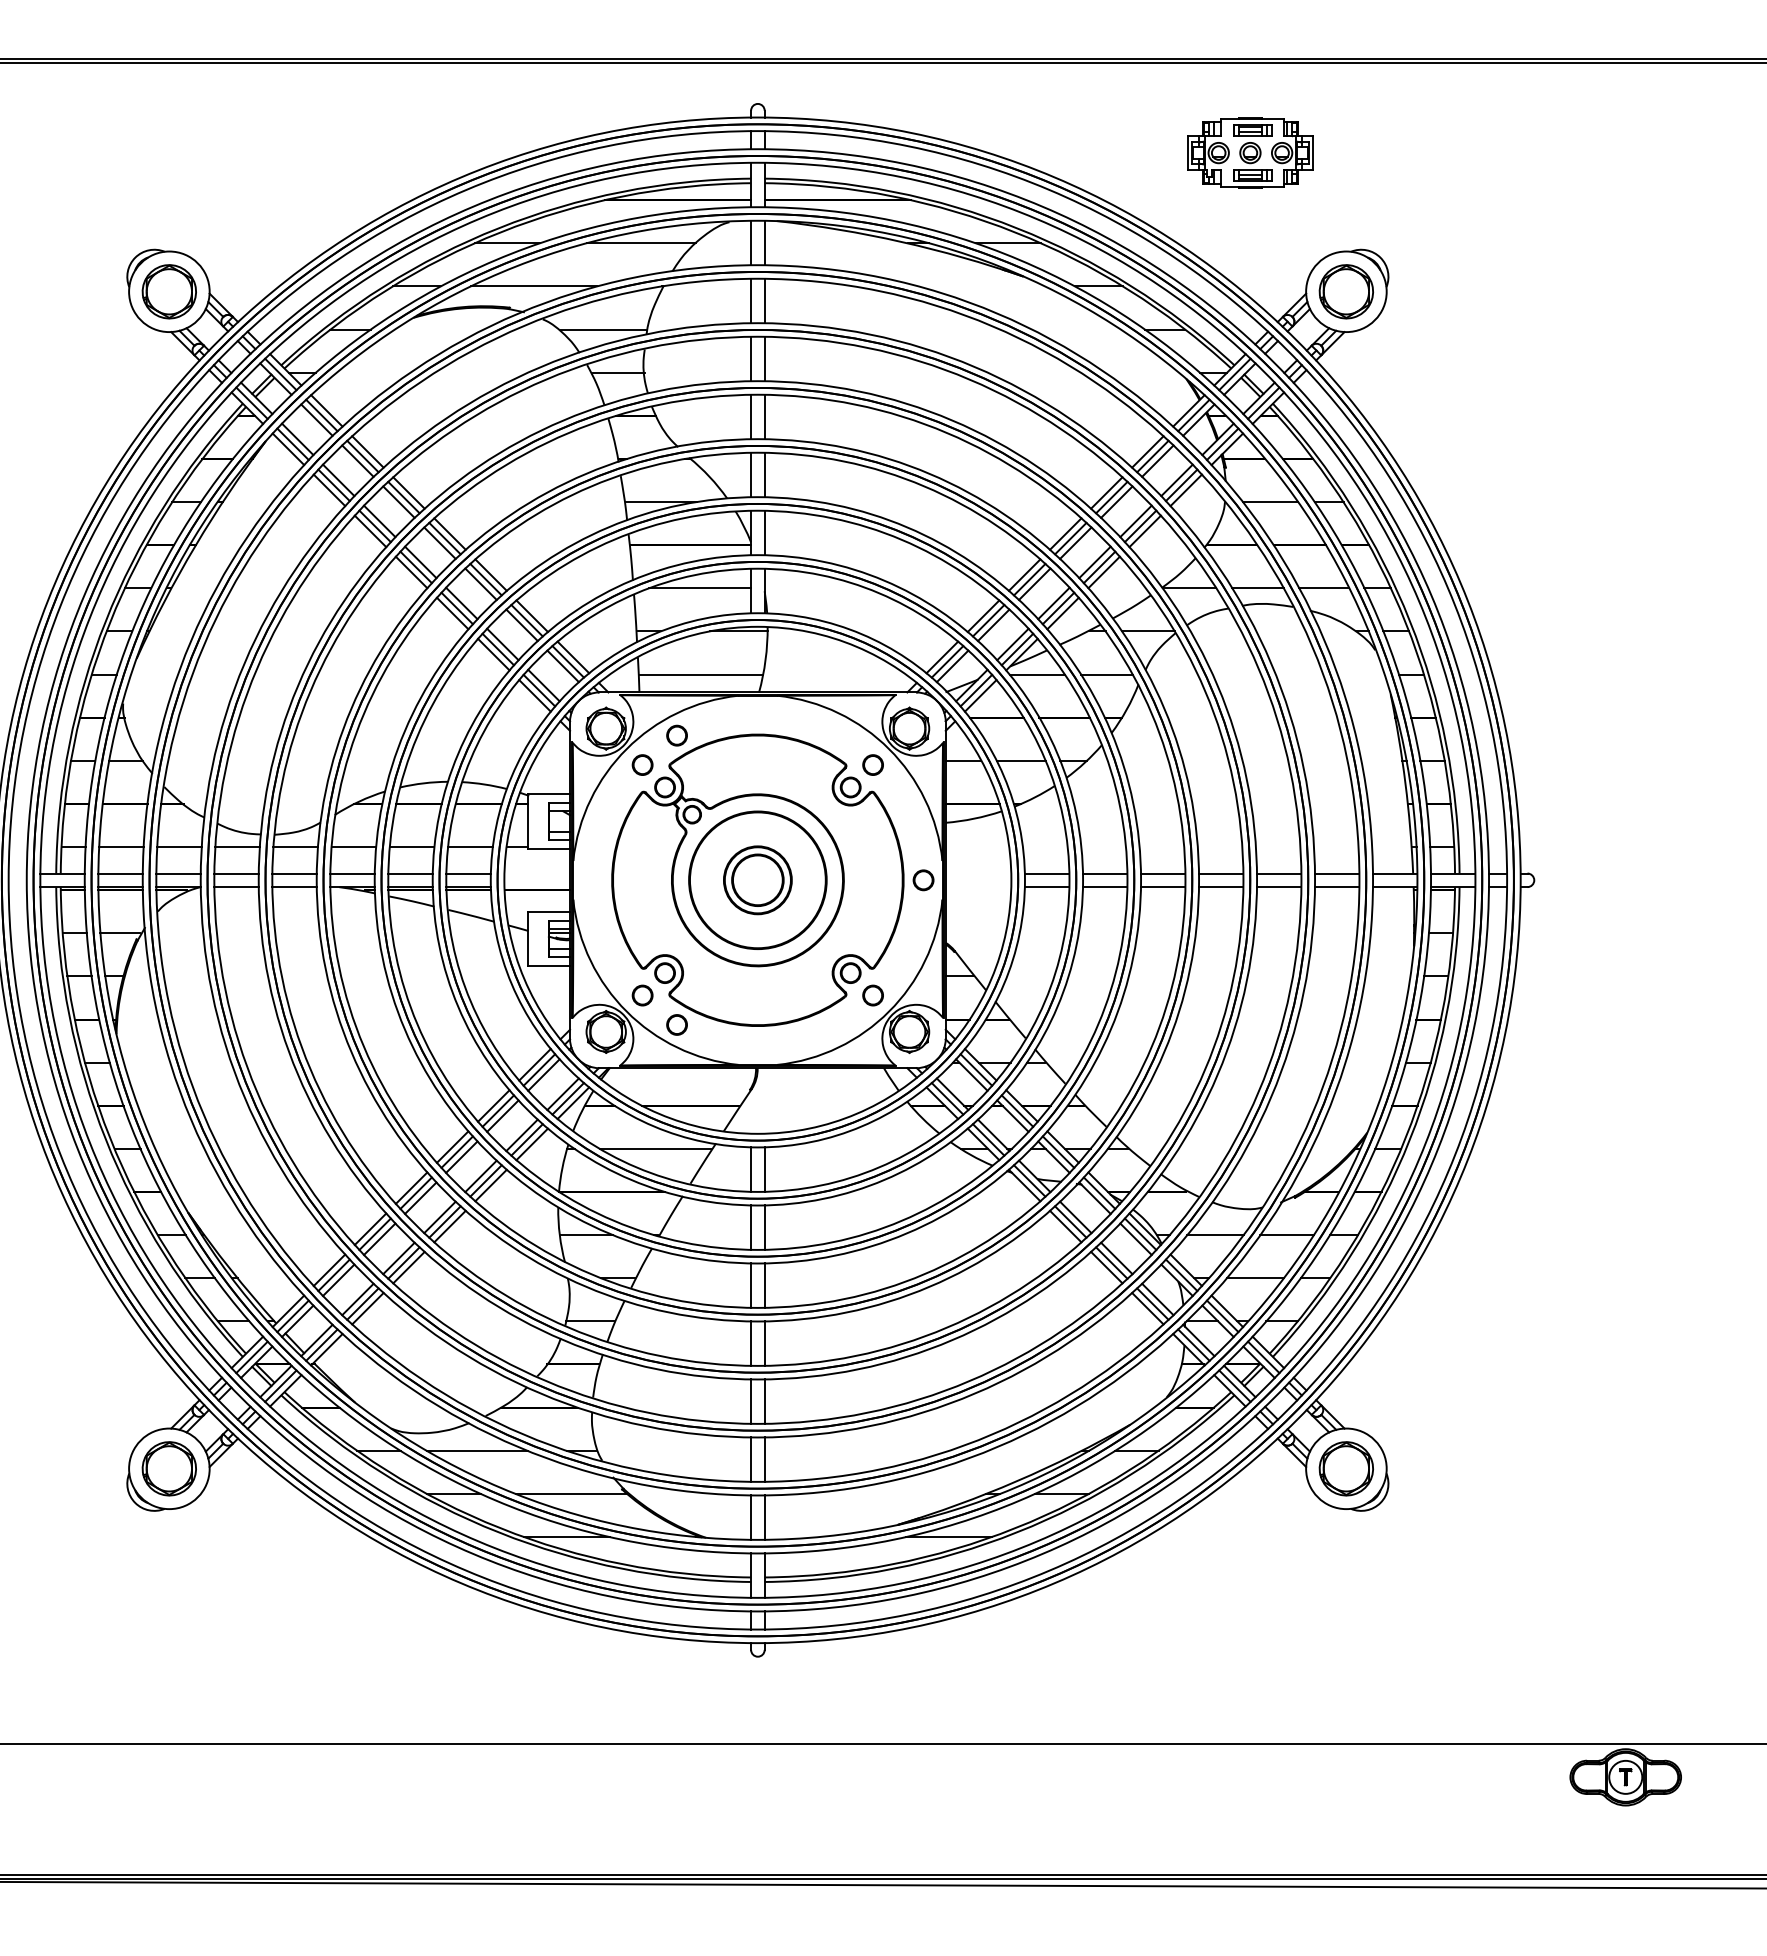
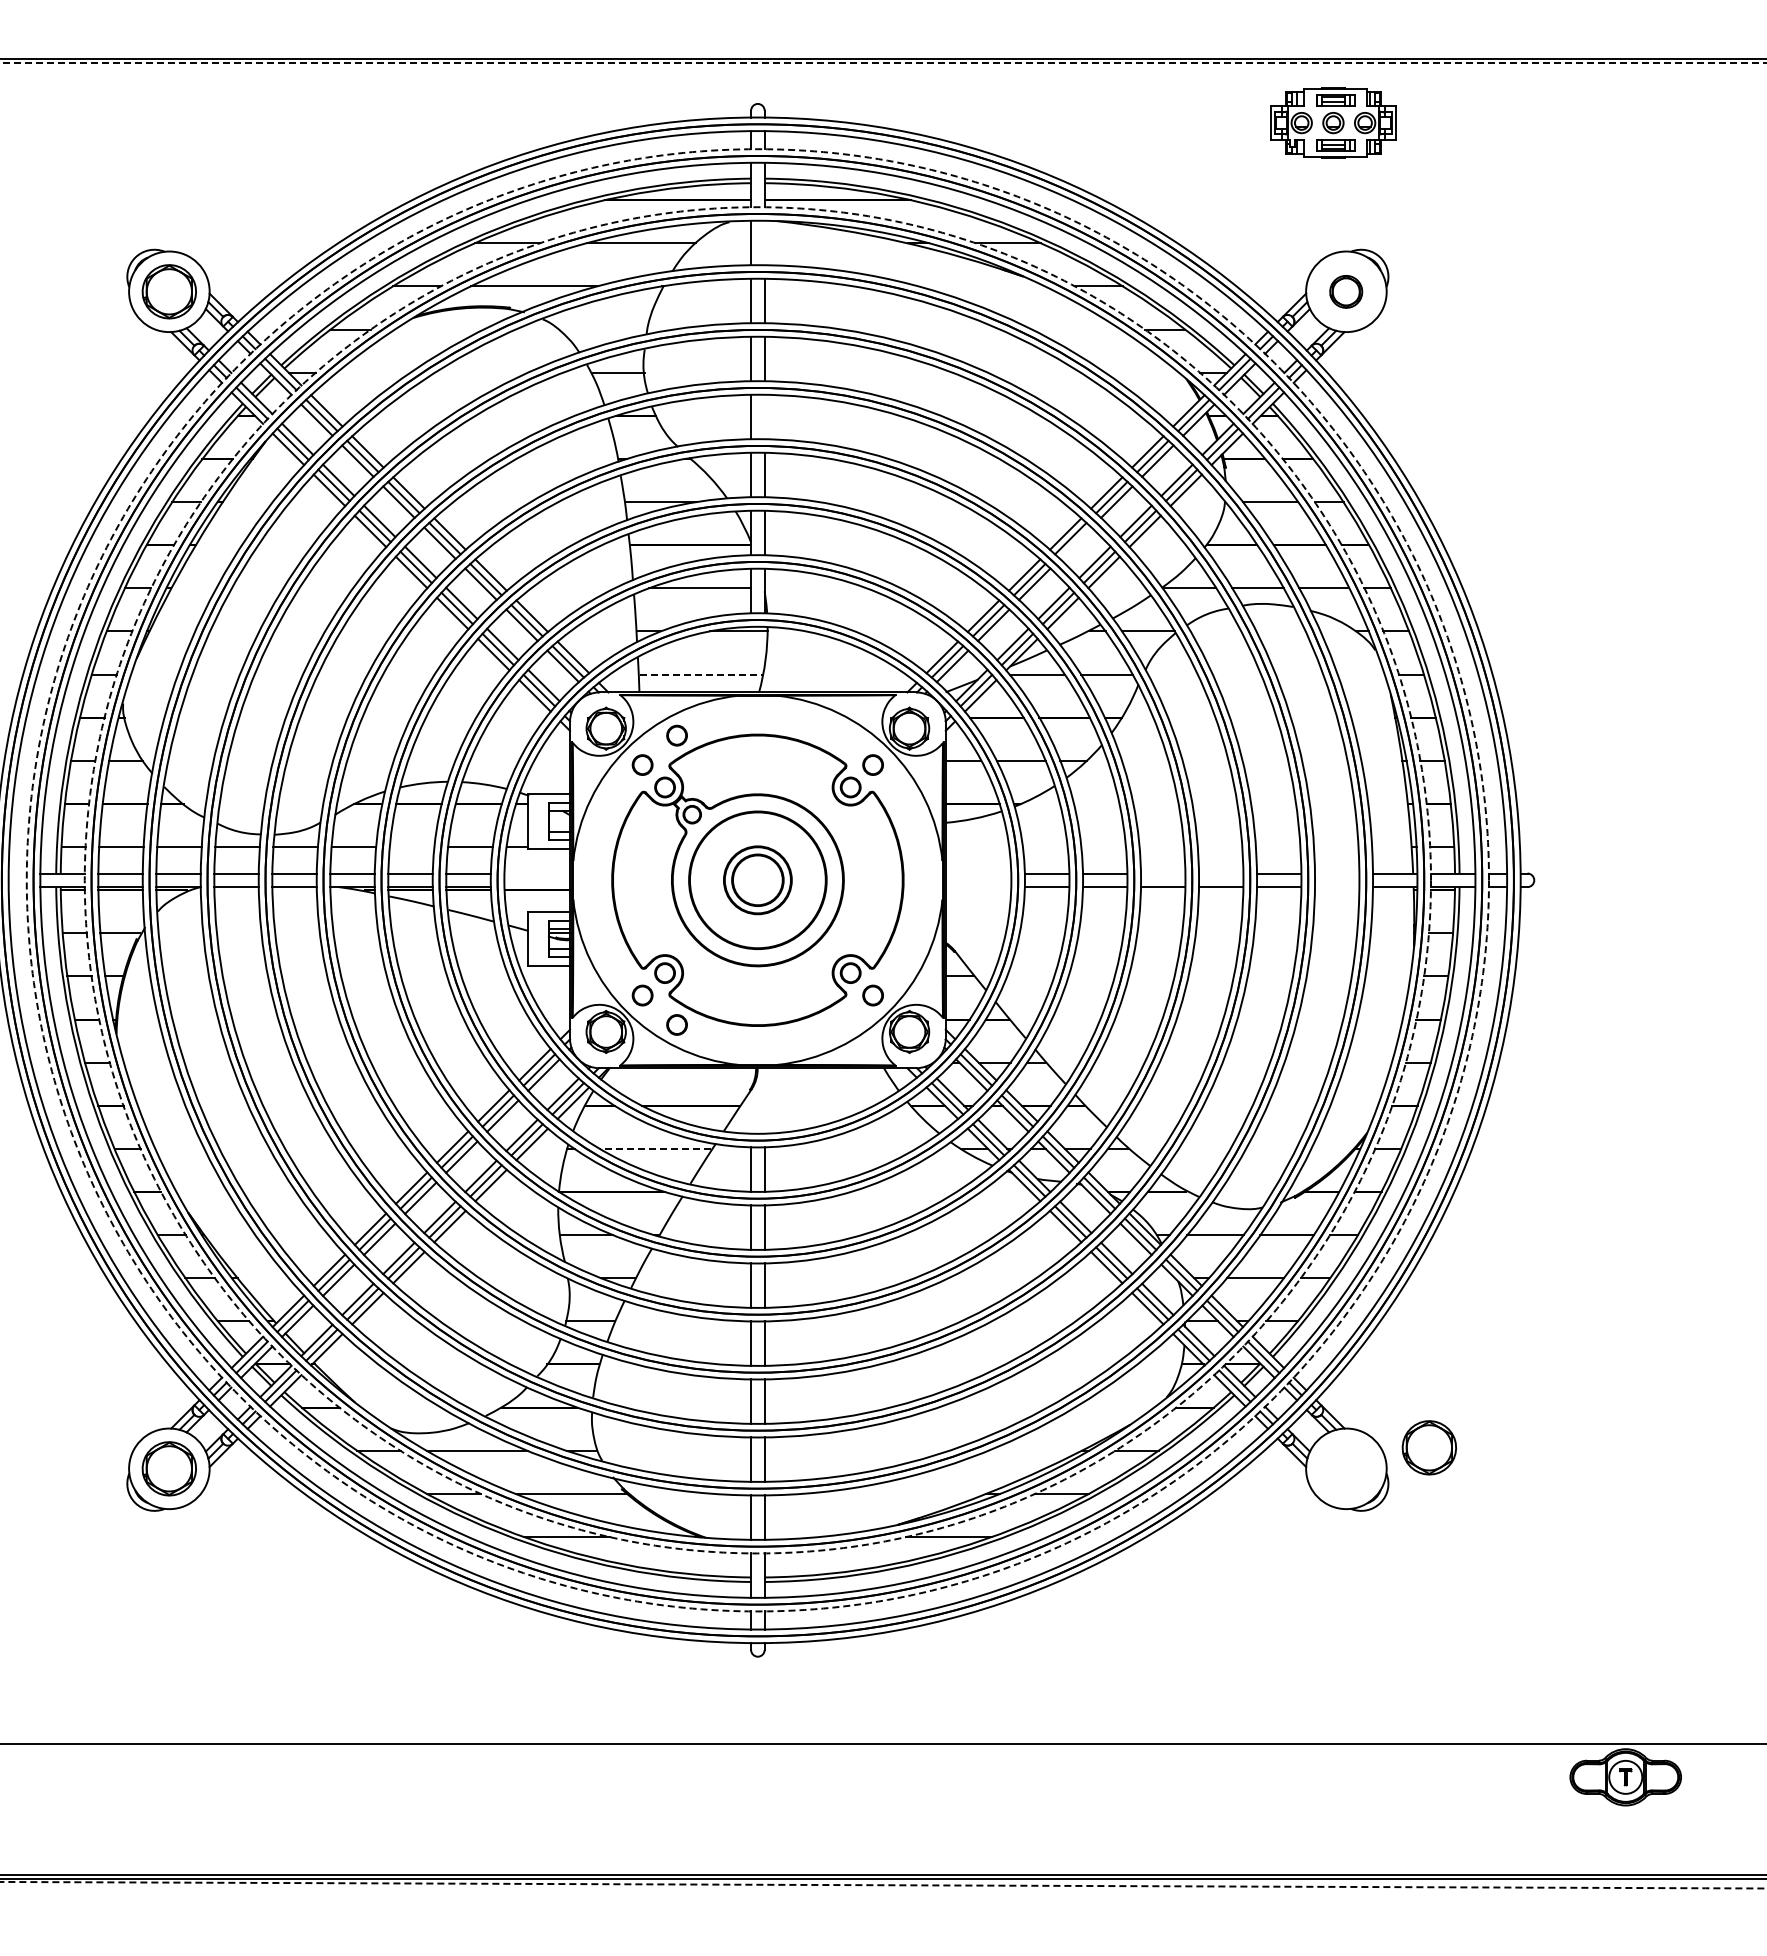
line at (883, 63): solid -> dashed
part at (1250, 152) position: (1250, 152) -> (1333, 122)
line at (764, 242): present -> none
part at (1345, 291) size: 56x56 px -> 35x34 px
line at (604, 329): present -> none
line at (764, 416): present -> none
line at (1075, 542): present -> none
line at (701, 674): solid -> dashed
line at (411, 847): present -> none
line at (1163, 873): present -> none
line at (1221, 873): present -> none
line at (1336, 873): present -> none
circle at (757, 880): solid -> dashed
circle at (757, 880): solid -> dashed
part at (923, 880): present -> none
line at (1336, 887): present -> none
line at (655, 1148): solid -> dashed
part at (1345, 1468) position: (1345, 1468) -> (1428, 1447)
line at (883, 1885): solid -> dashed
